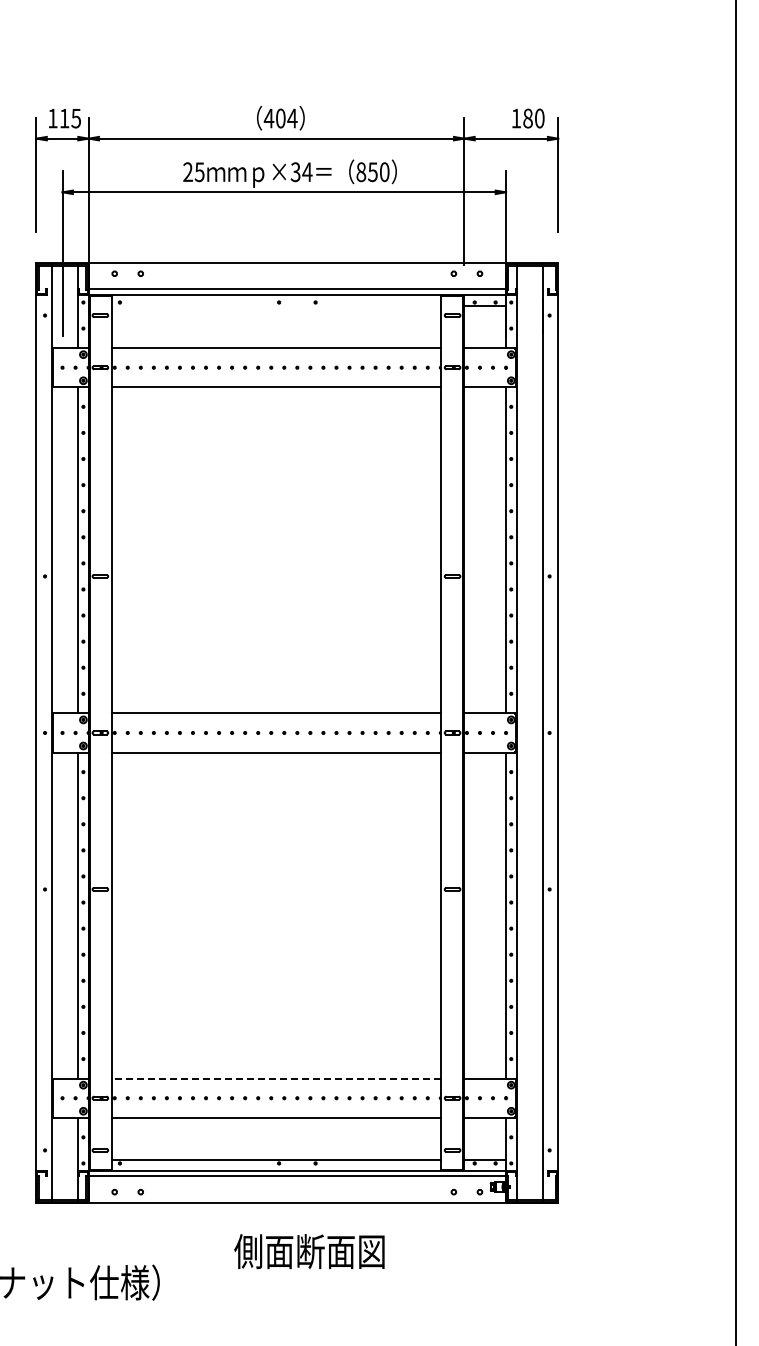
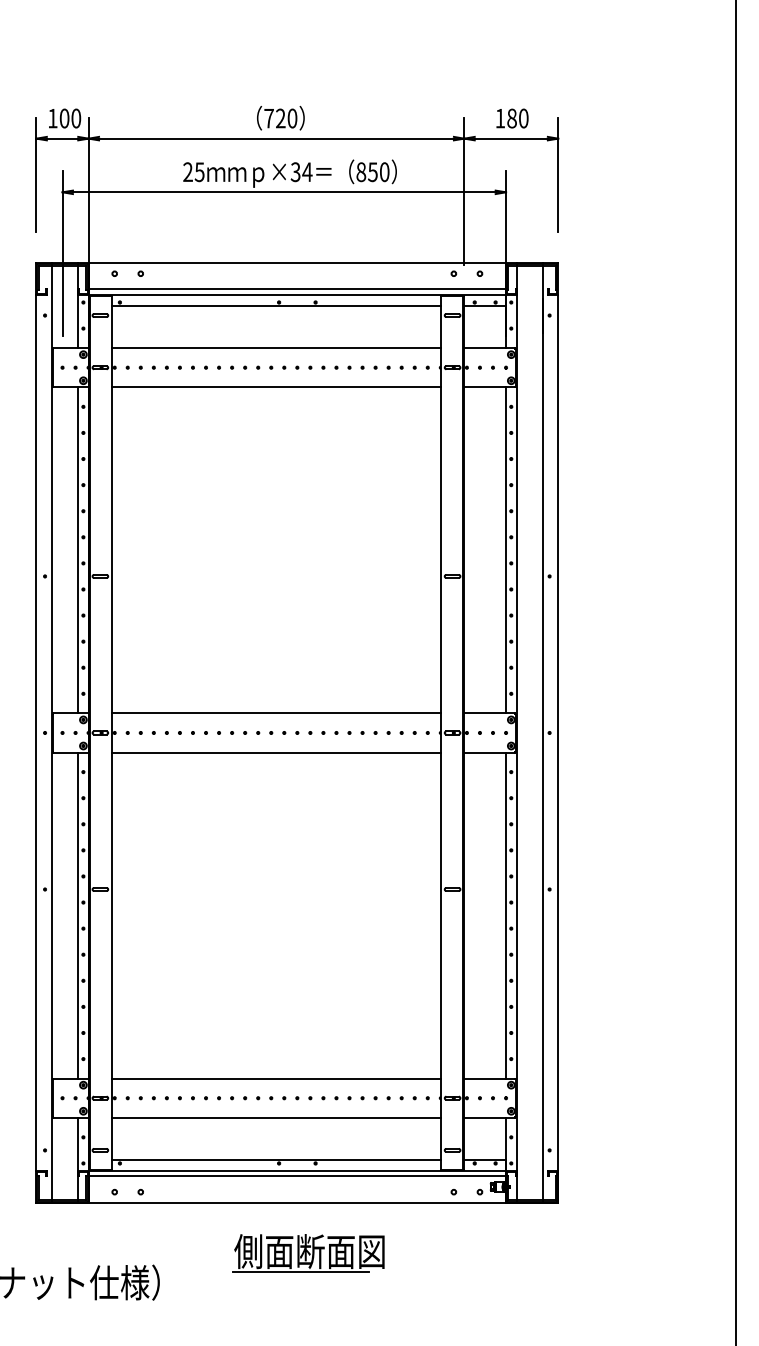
text at (70, 118): 115 -> 100
text at (280, 118): 404 -> 720
text at (528, 118) position: (528, 118) -> (512, 118)
line at (276, 306): none -> present
line at (275, 1078): dashed -> solid
line at (300, 1271): none -> present
